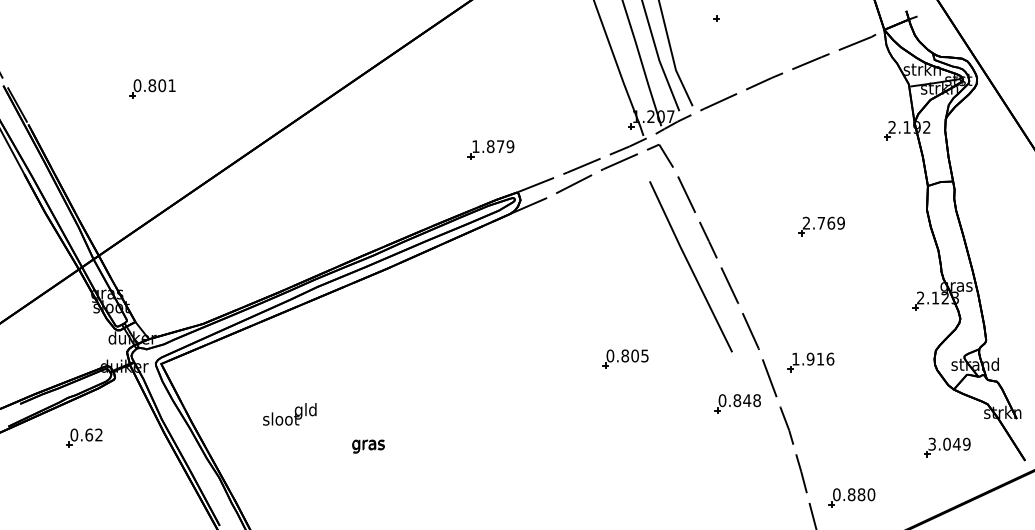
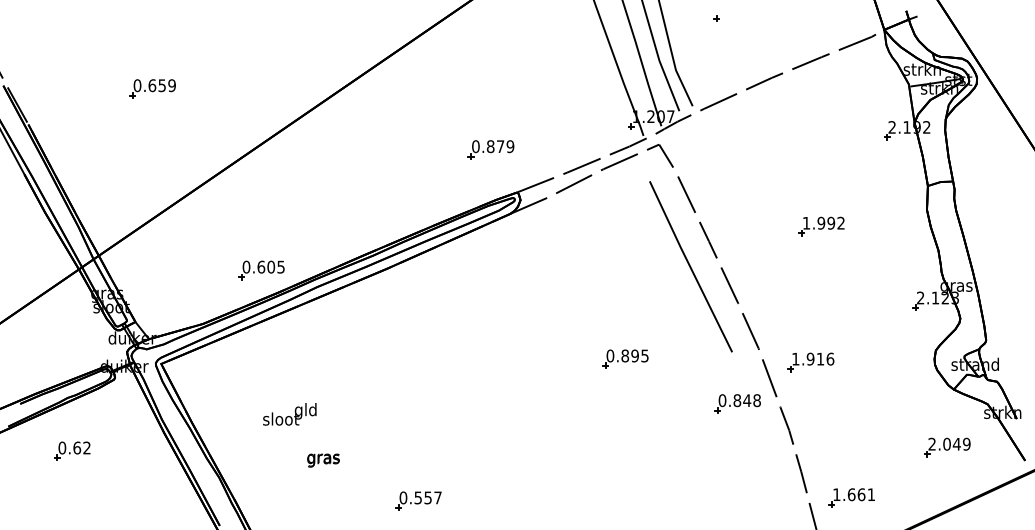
text at (161, 85): 0.801 -> 0.659
text at (475, 146): 1.879 -> 0.879
text at (823, 222): 2.769 -> 1.992
part at (261, 270): none -> present
text at (634, 355): 0.805 -> 0.895
part at (84, 437) position: (84, 437) -> (72, 450)
text at (931, 444): 3.049 -> 2.049
text at (368, 446) position: (368, 446) -> (323, 460)
text at (854, 494): 0.880 -> 1.661
part at (418, 500): none -> present
